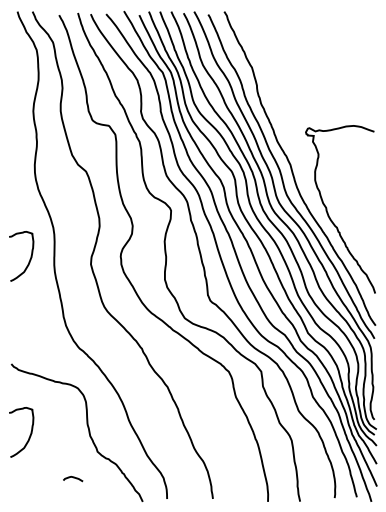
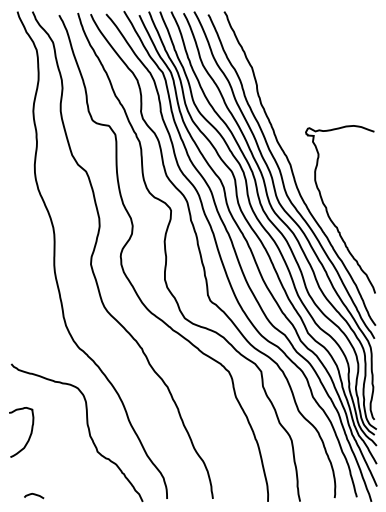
curve at (29, 259): present -> none
curve at (73, 478) position: (73, 478) -> (34, 495)
